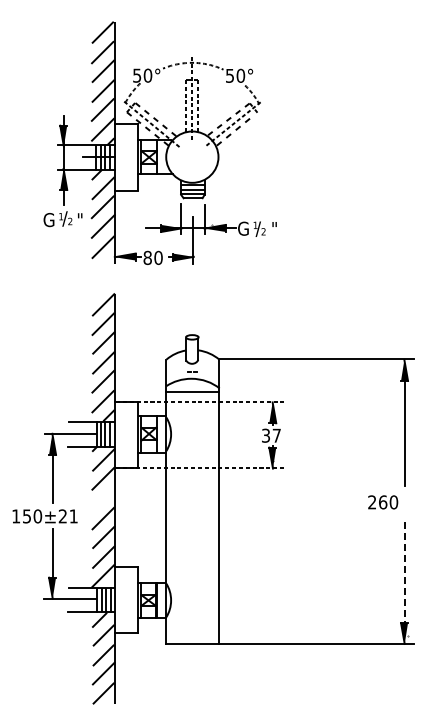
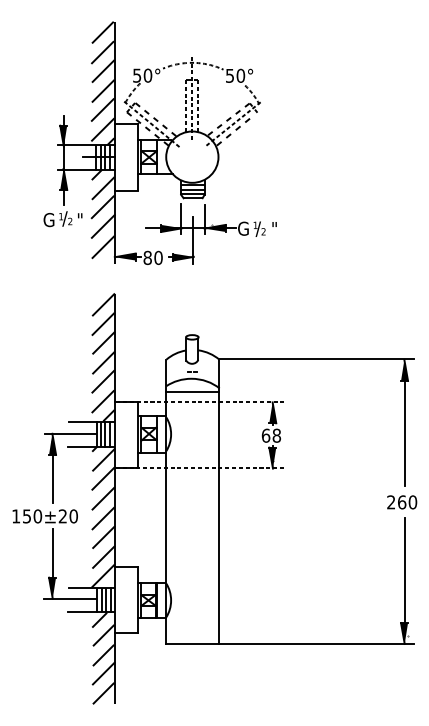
text at (271, 435): 37 -> 68
line at (103, 498): none -> present
text at (383, 502) position: (383, 502) -> (402, 502)
text at (73, 516): 150±21 -> 150±20
line at (404, 573): dashed -> solid
